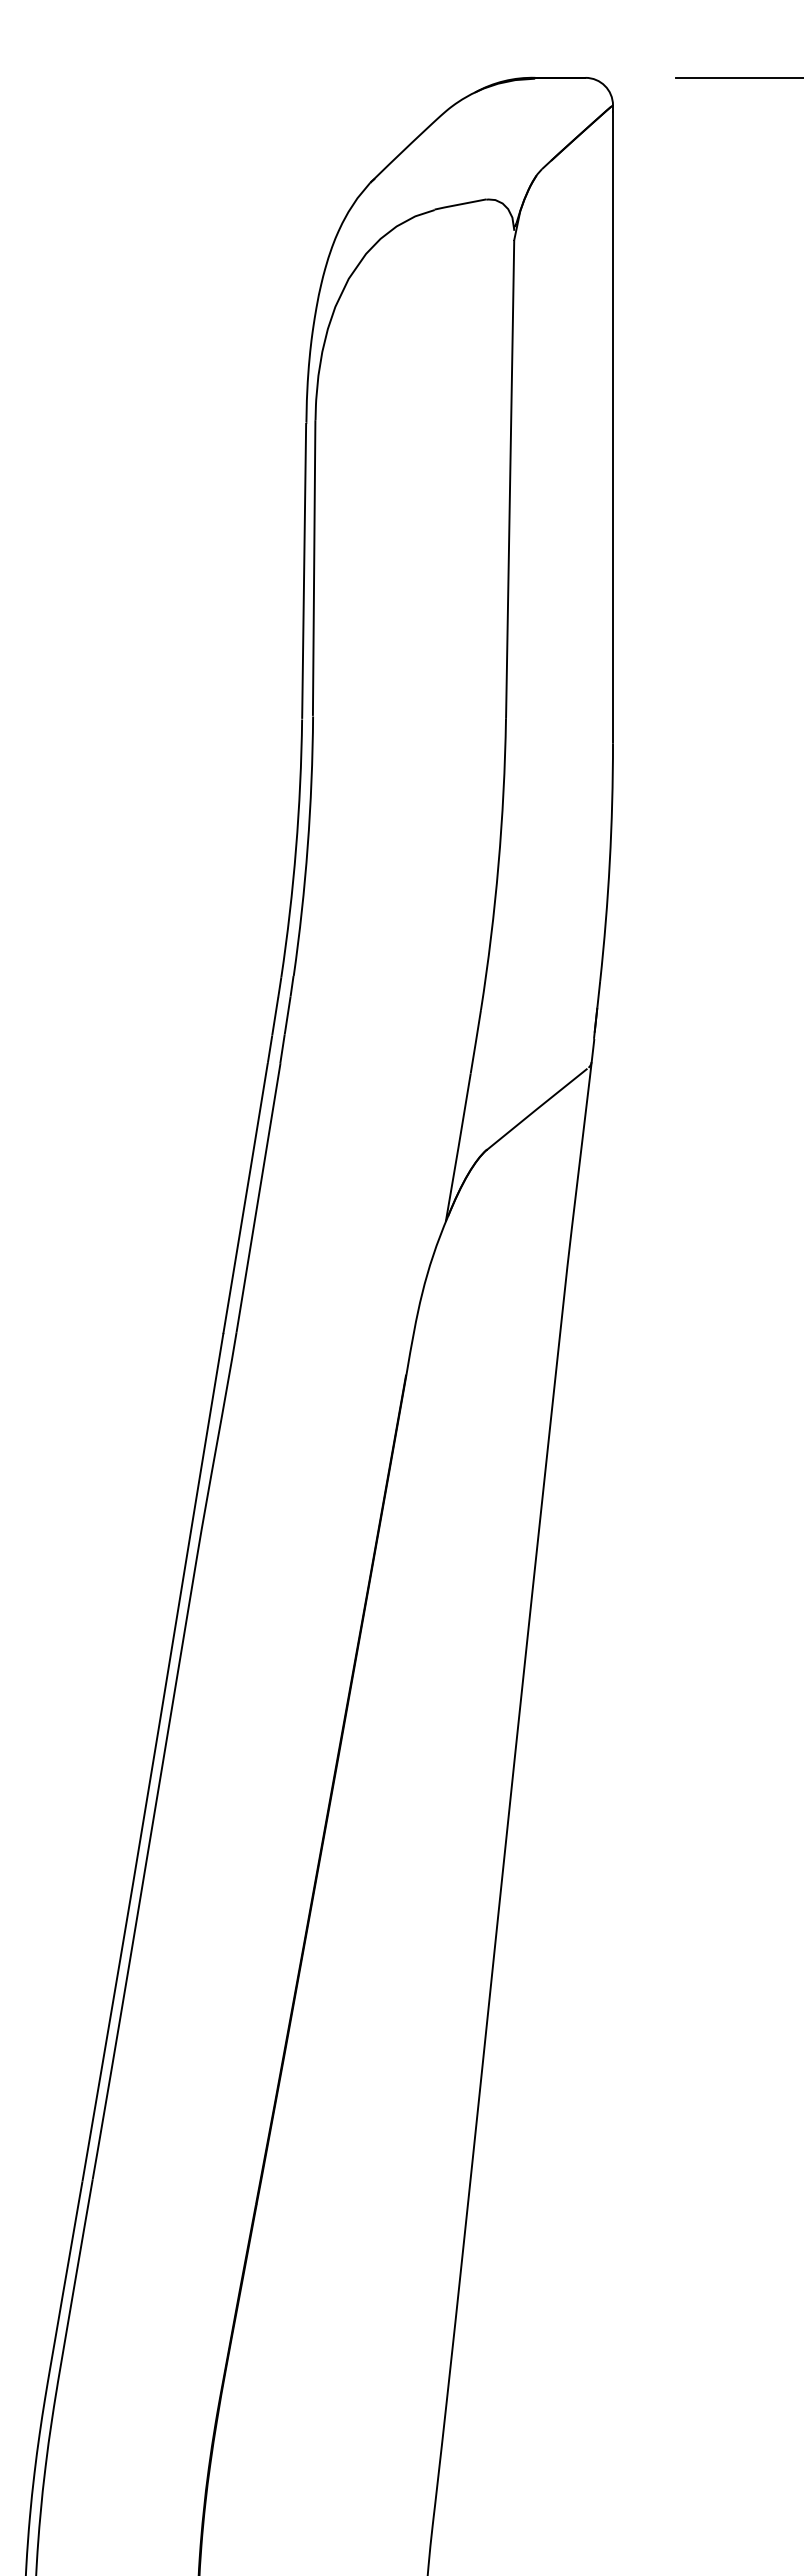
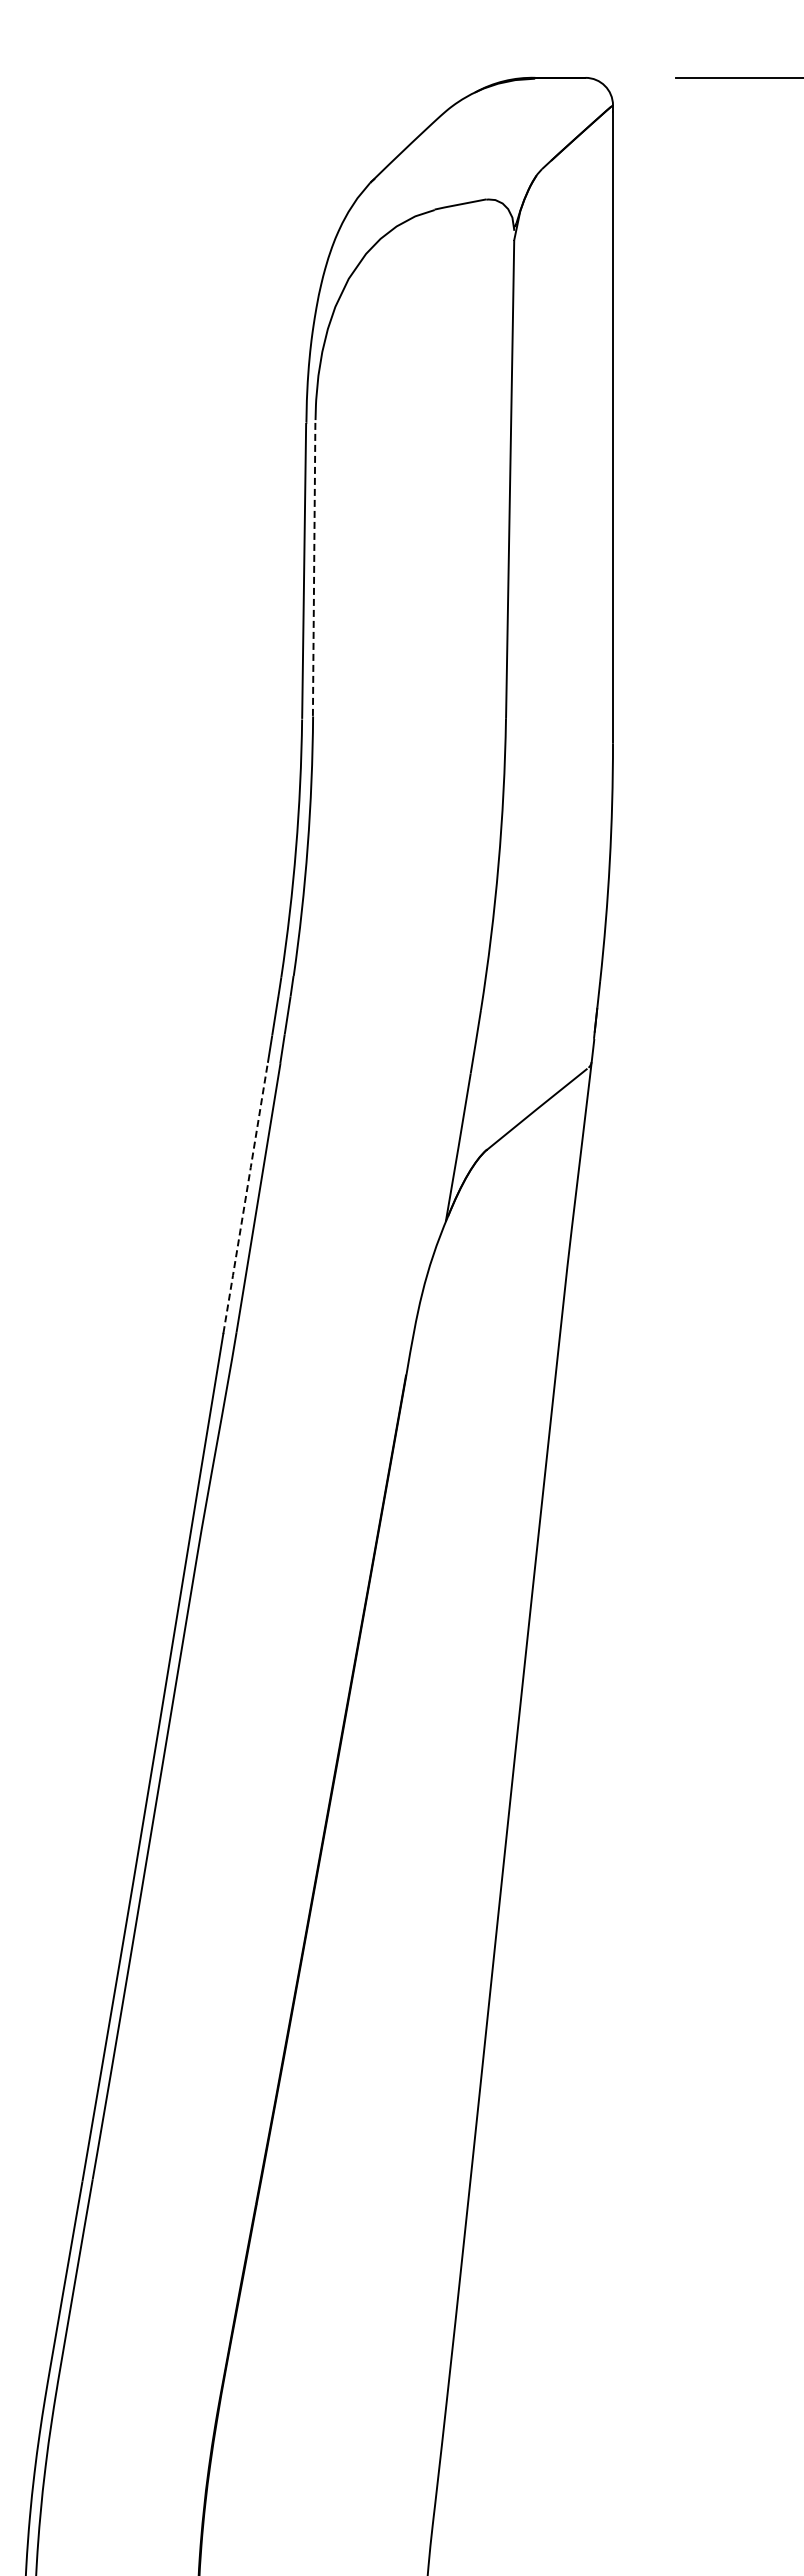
line at (314, 568): solid -> dashed
line at (245, 1197): solid -> dashed
